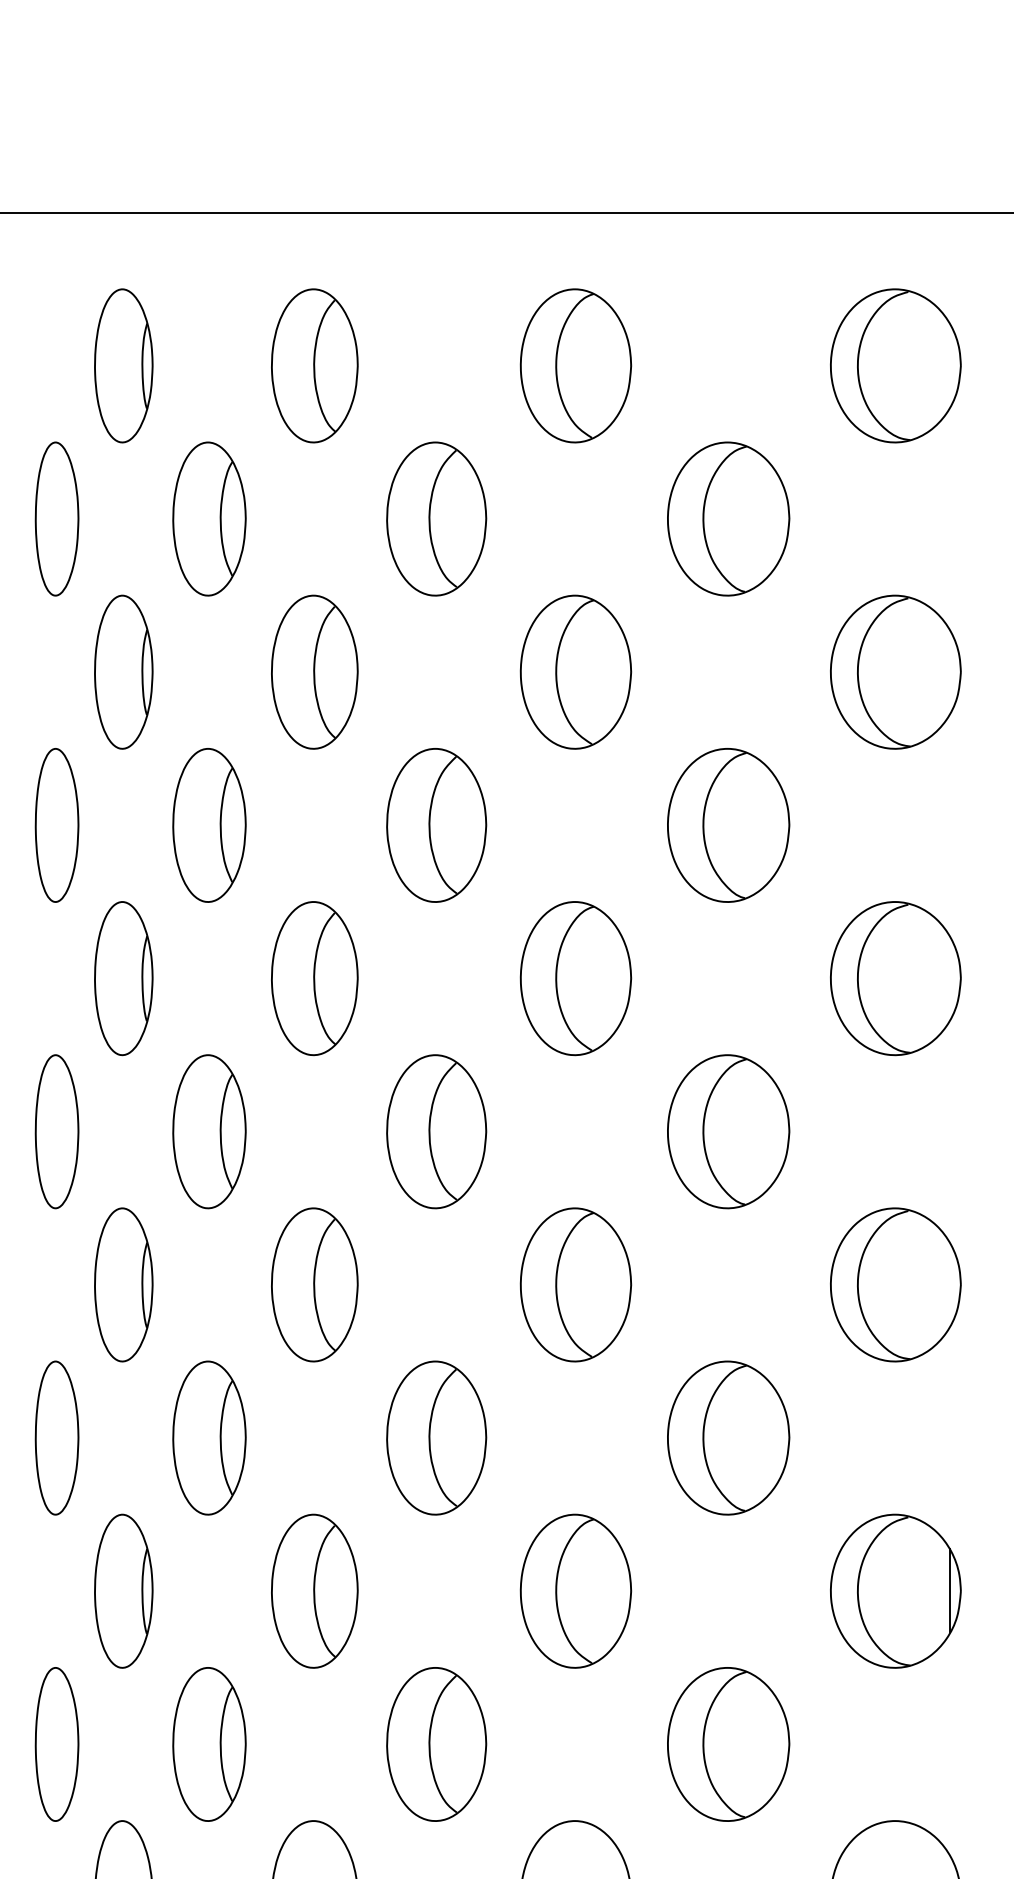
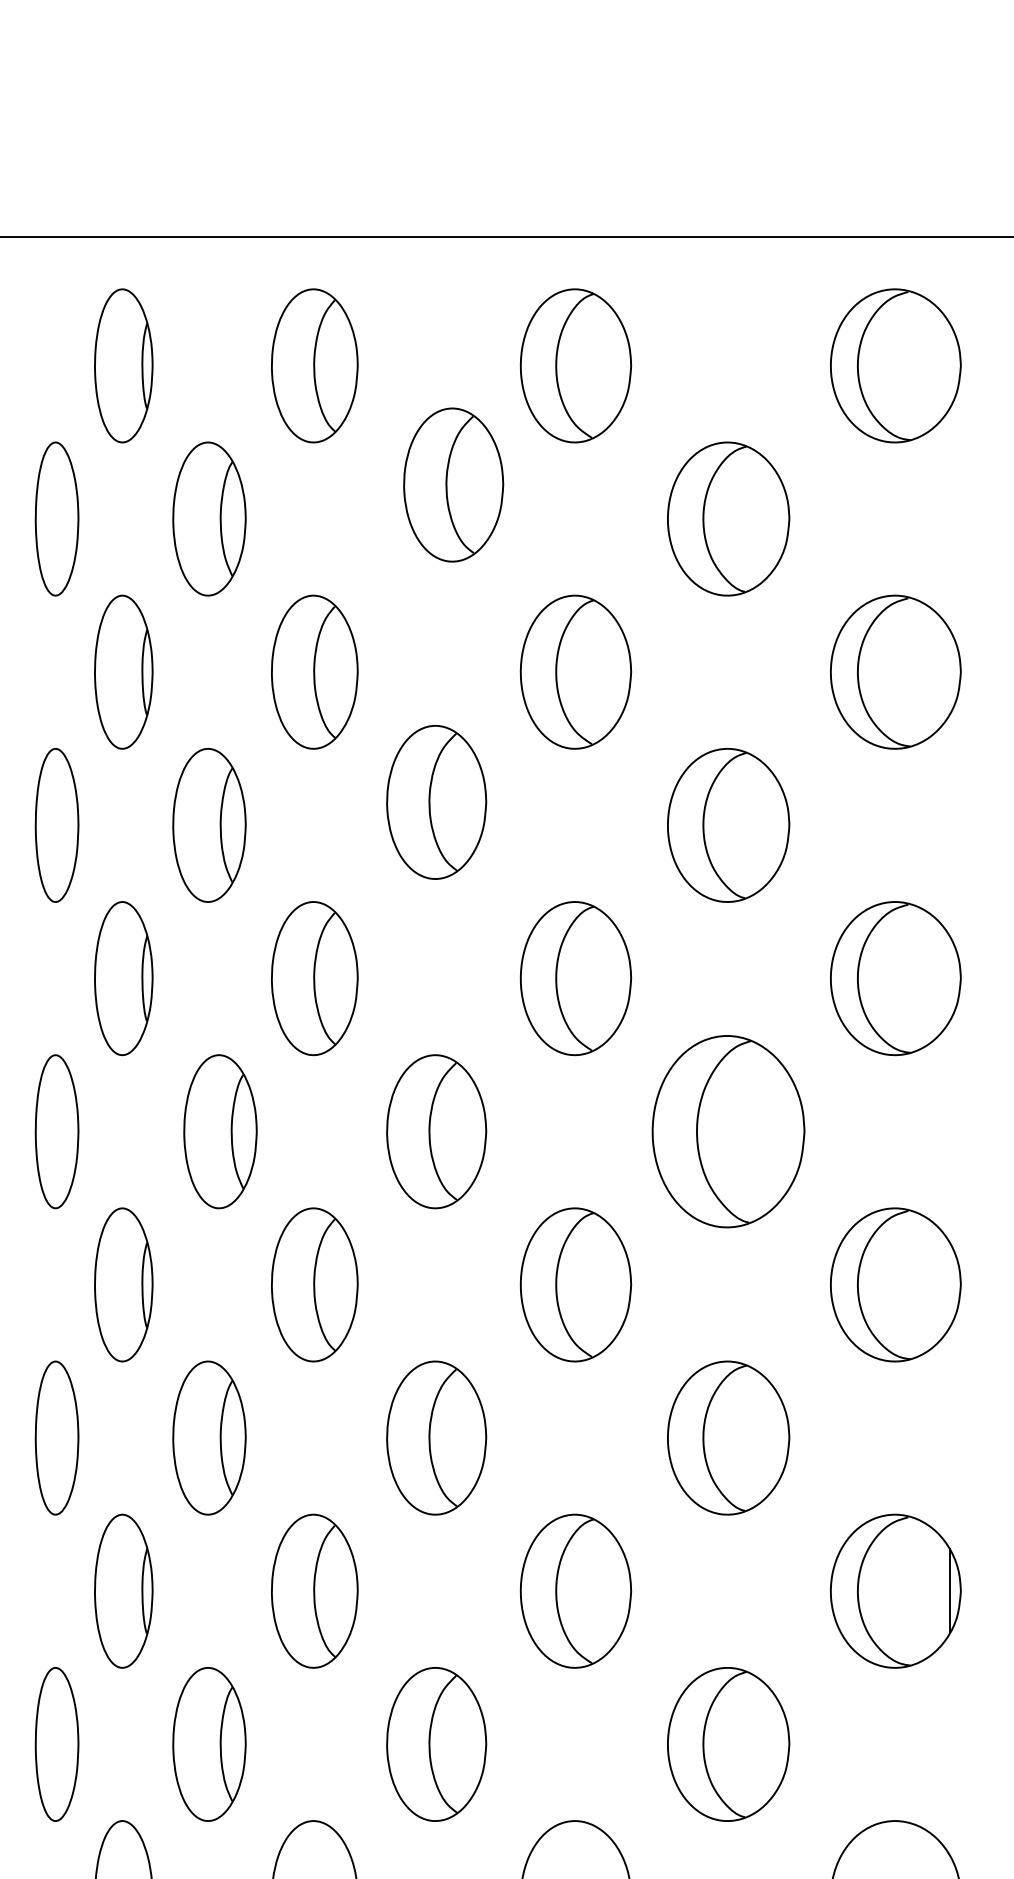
line at (506, 212) position: (506, 212) -> (506, 236)
part at (436, 518) position: (436, 518) -> (453, 484)
part at (436, 825) position: (436, 825) -> (436, 802)
part at (209, 1131) position: (209, 1131) -> (220, 1131)
part at (728, 1131) size: 124x156 px -> 155x194 px
